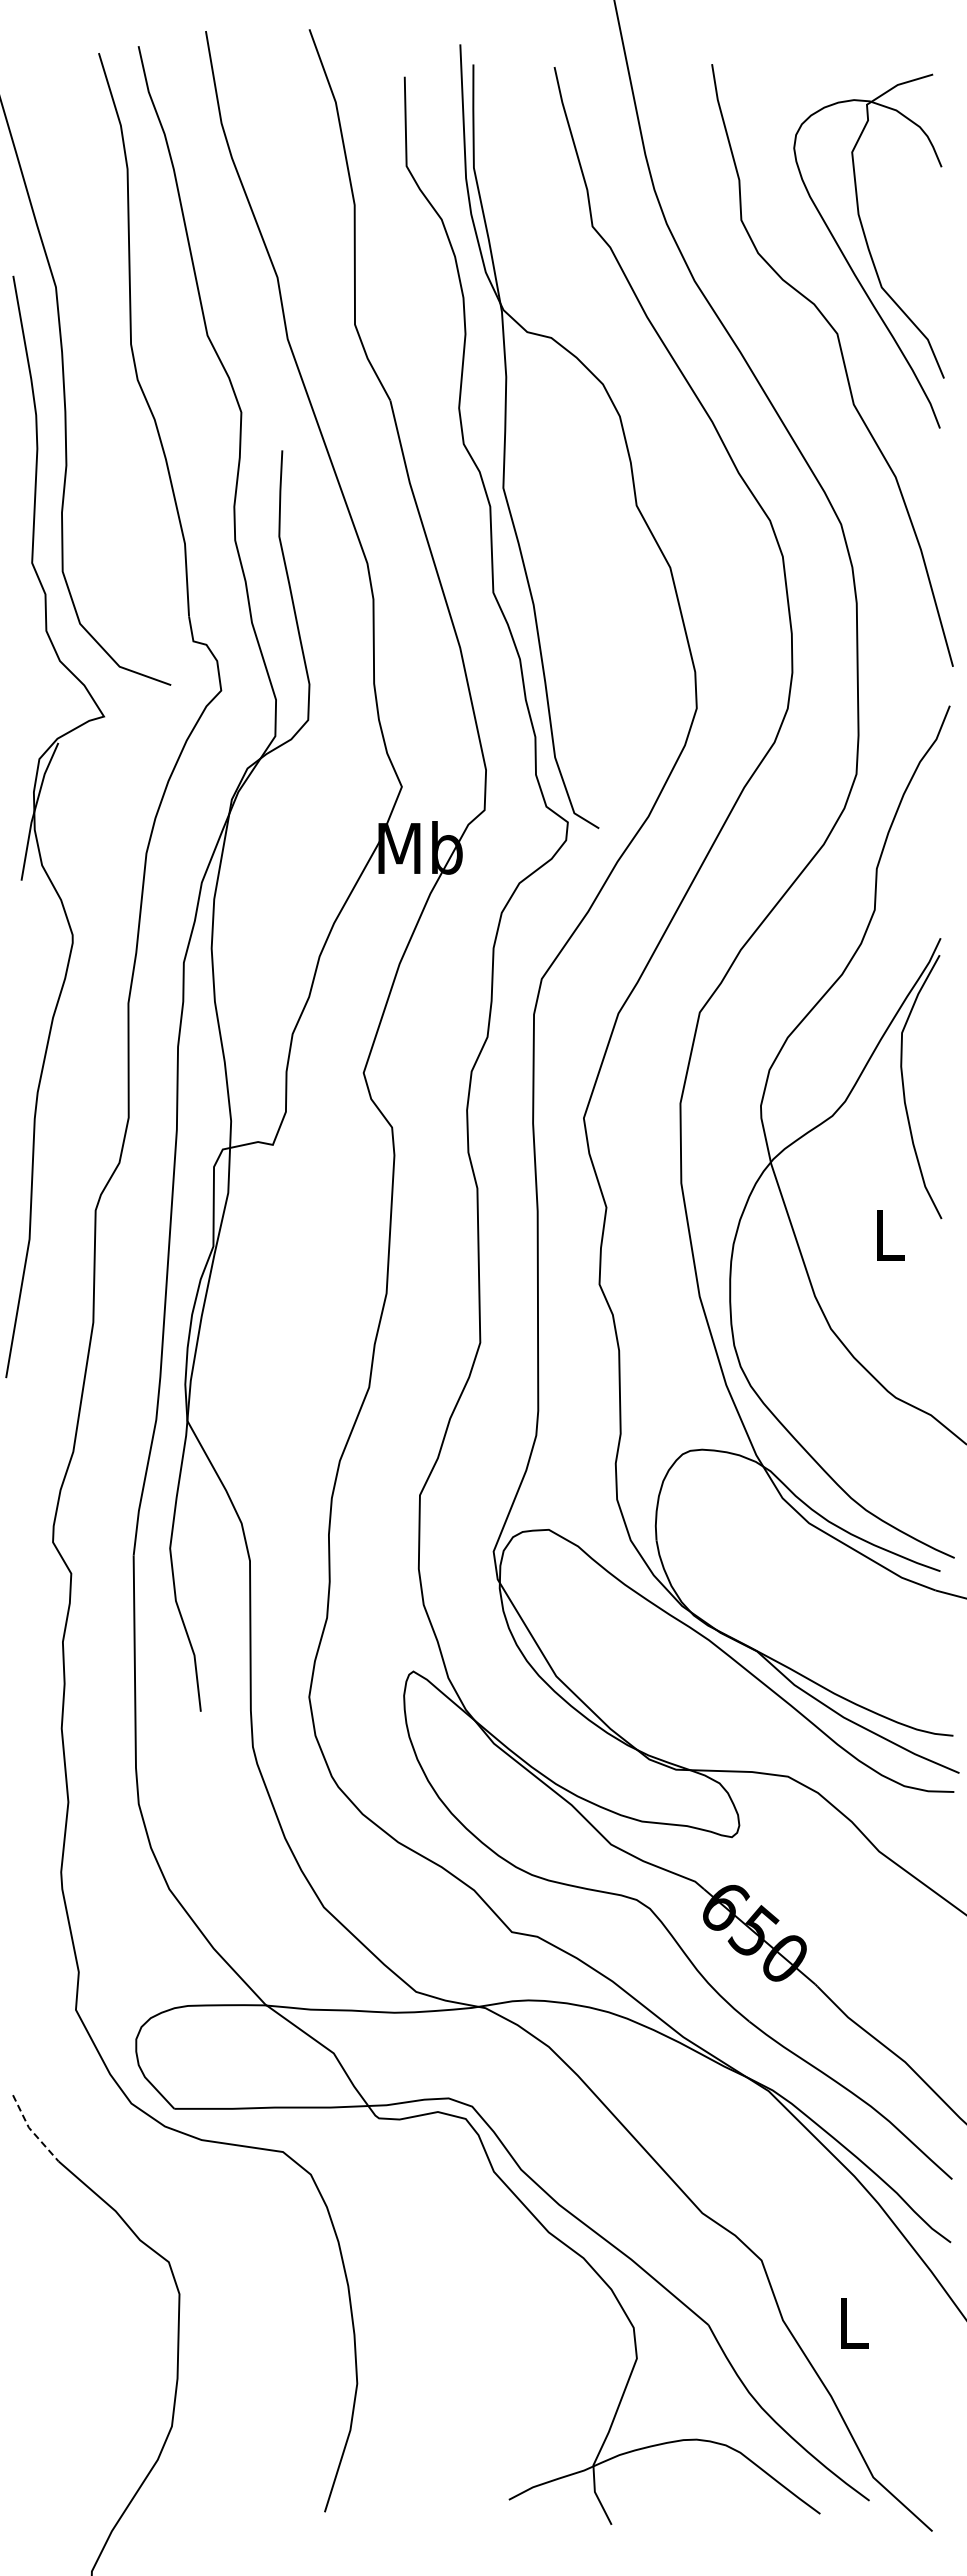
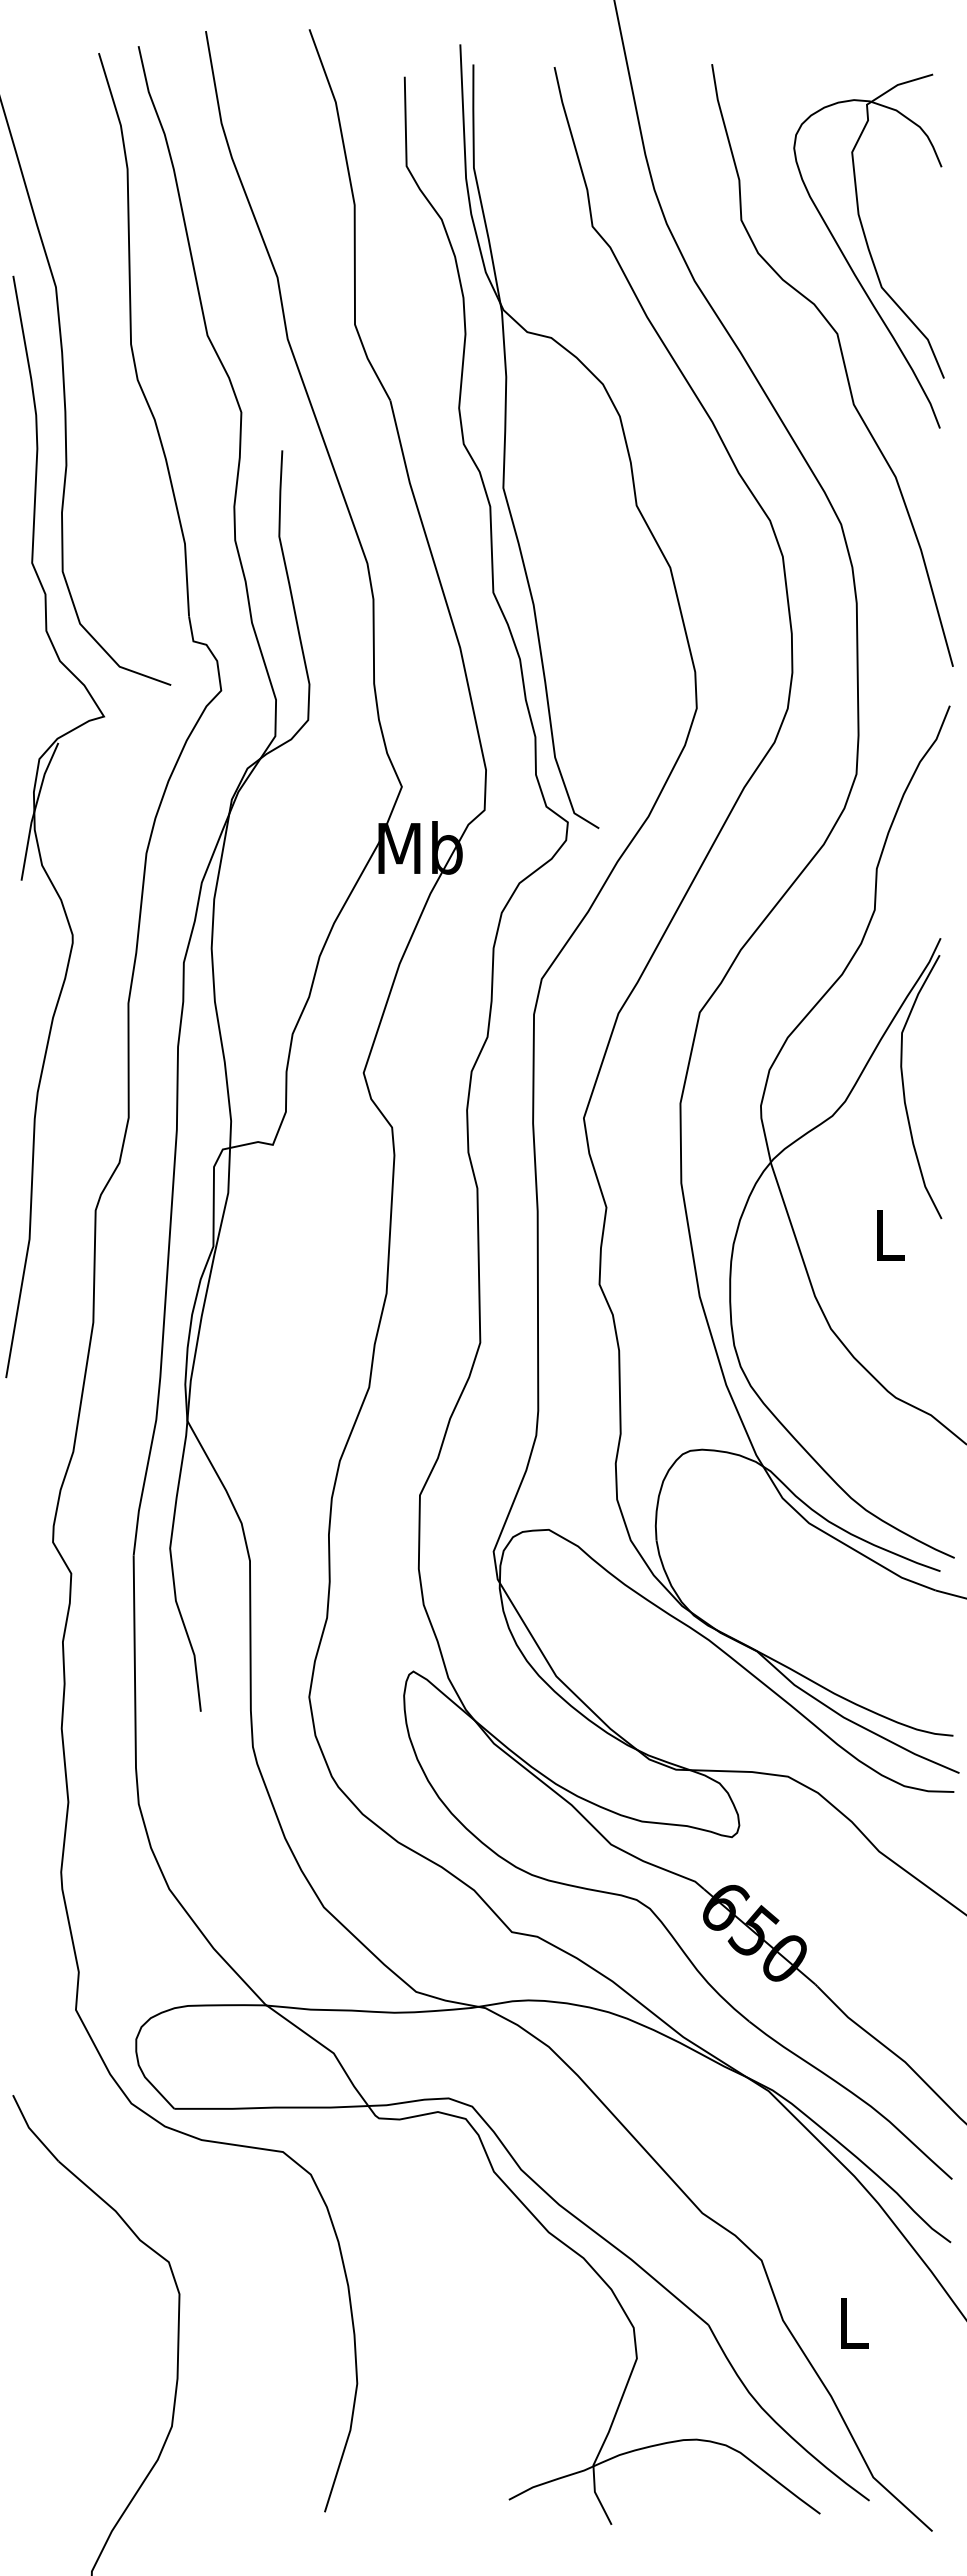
line at (31, 2130): dashed -> solid
